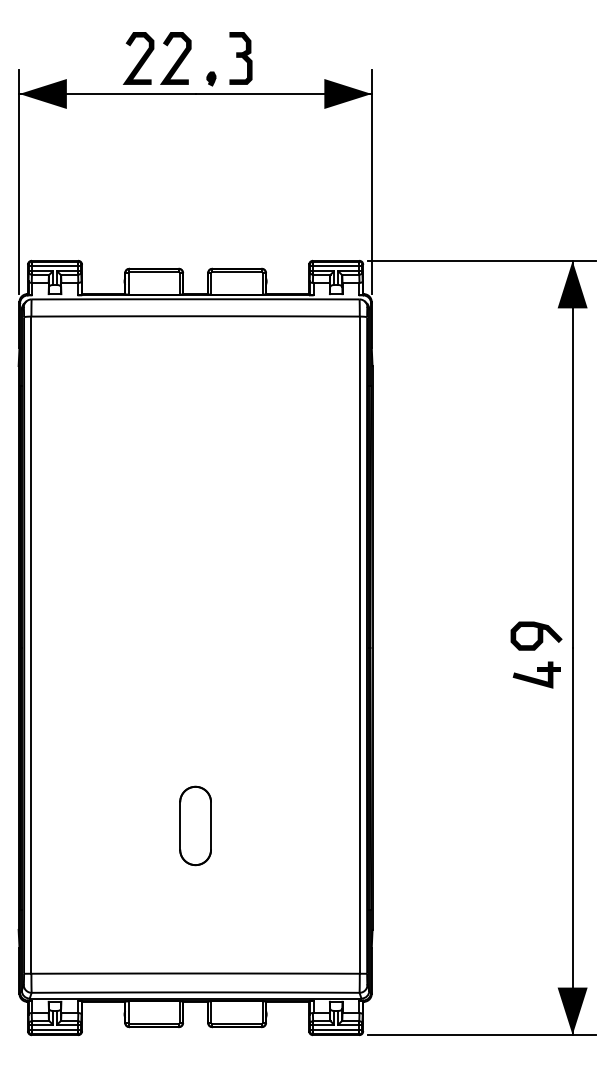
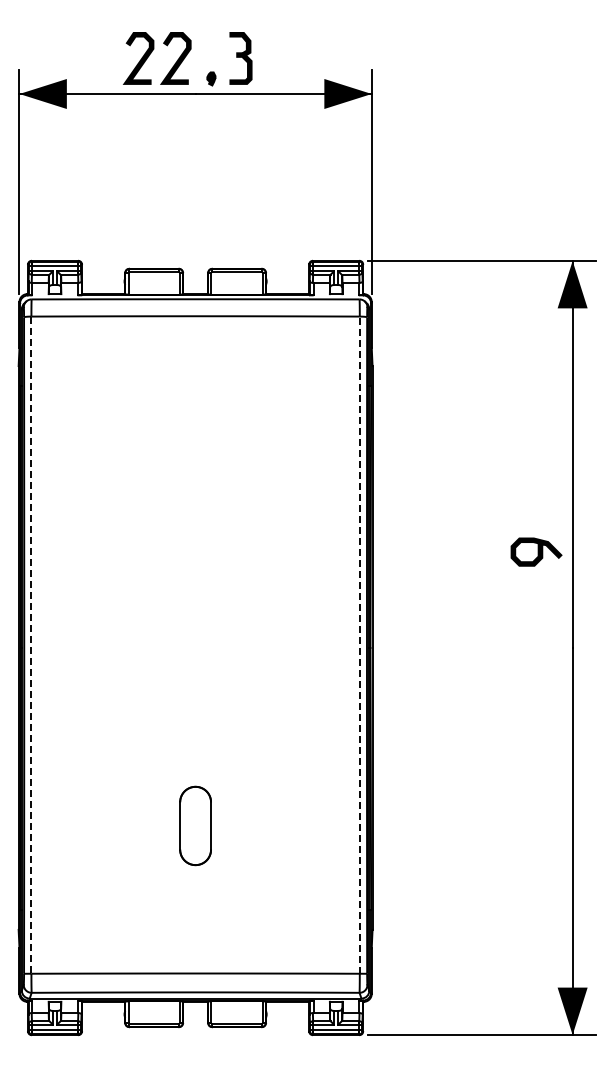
curve at (537, 635) position: (537, 635) -> (537, 551)
line at (31, 645): solid -> dashed
line at (359, 645): solid -> dashed
part at (536, 674): present -> none
